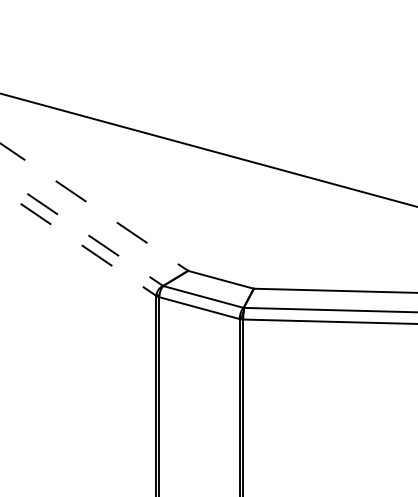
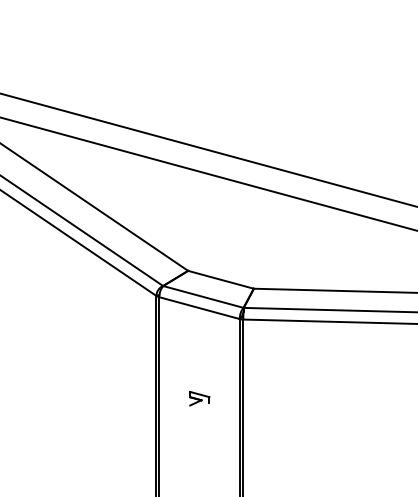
line at (208, 173): none -> present
line at (94, 207): dashed -> solid
line at (82, 230): dashed -> solid
line at (78, 243): dashed -> solid
part at (199, 398): none -> present
